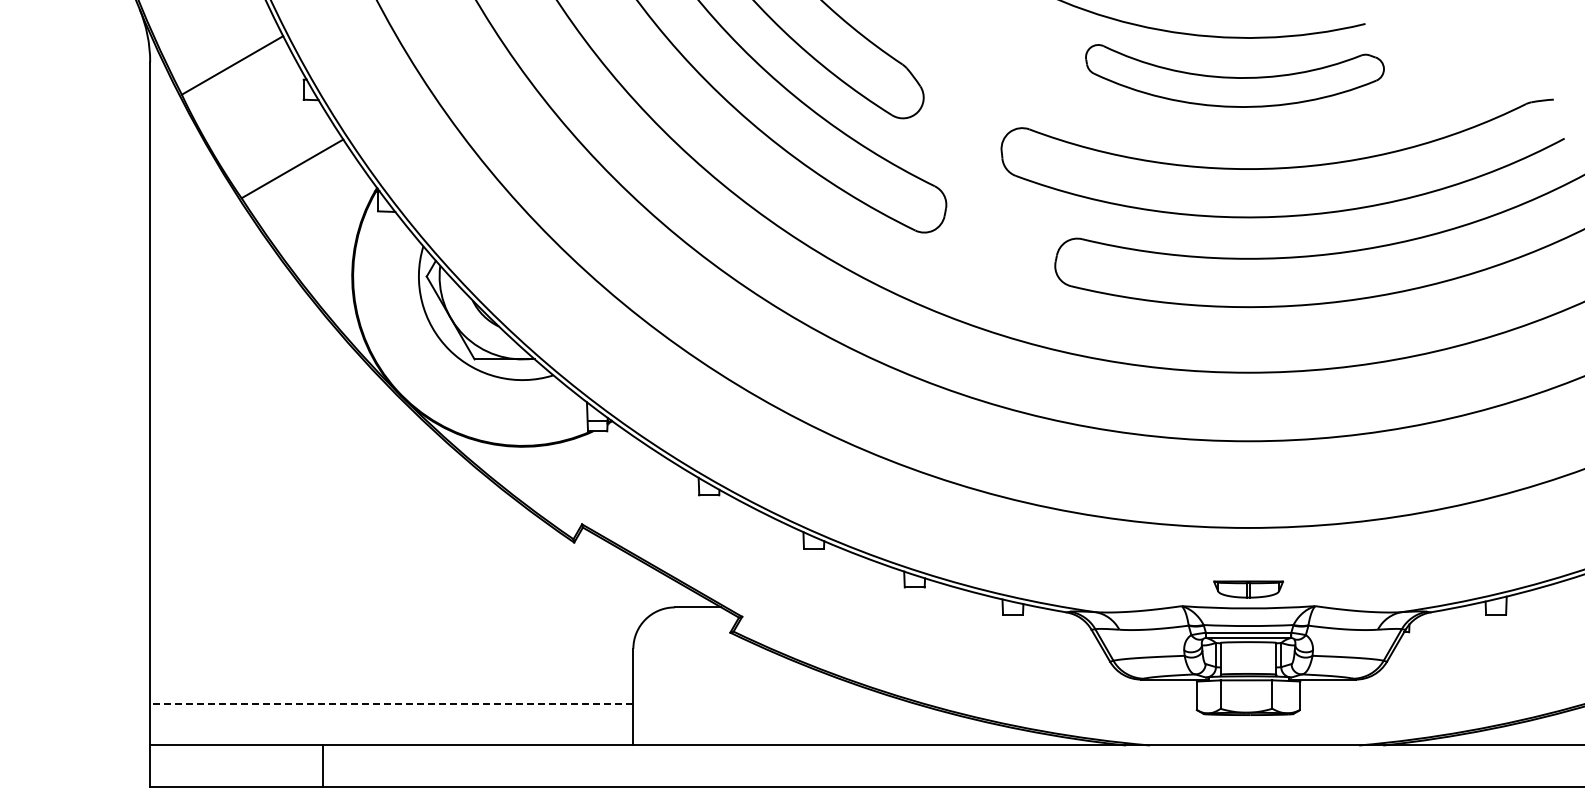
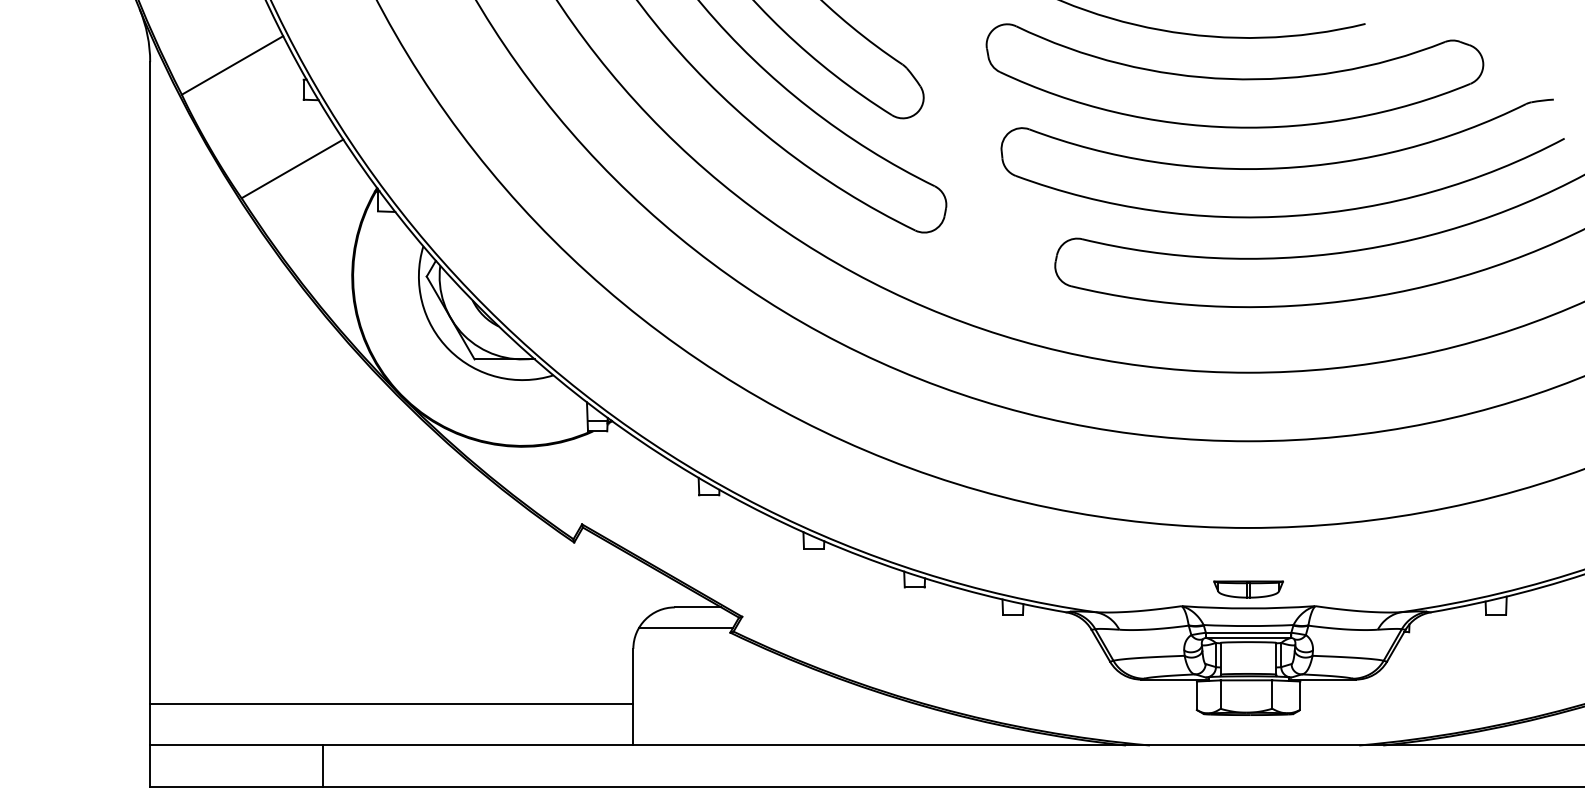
part at (1234, 75) size: 300x64 px -> 500x106 px
line at (685, 628): none -> present
line at (391, 704): dashed -> solid
